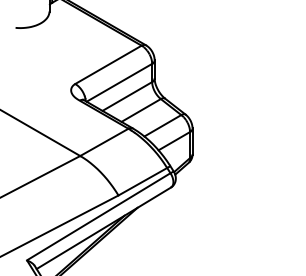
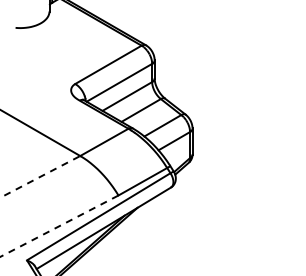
line at (40, 176): solid -> dashed
line at (60, 225): solid -> dashed
